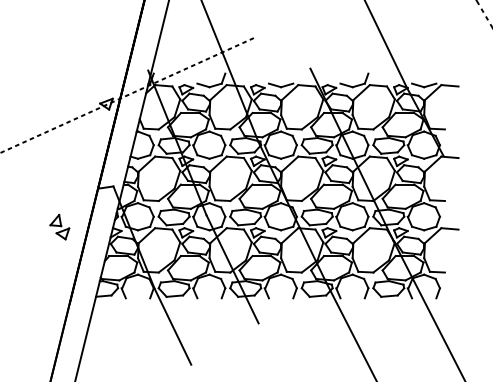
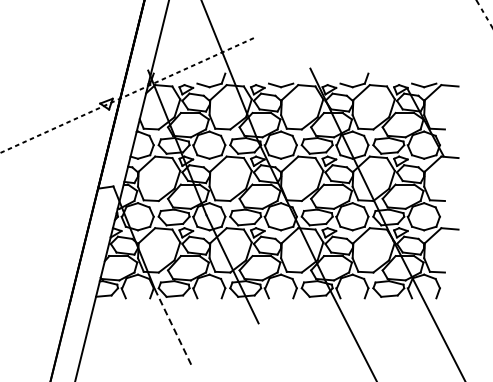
line at (386, 45): present -> none
part at (59, 226): present -> none
line at (172, 326): solid -> dashed
